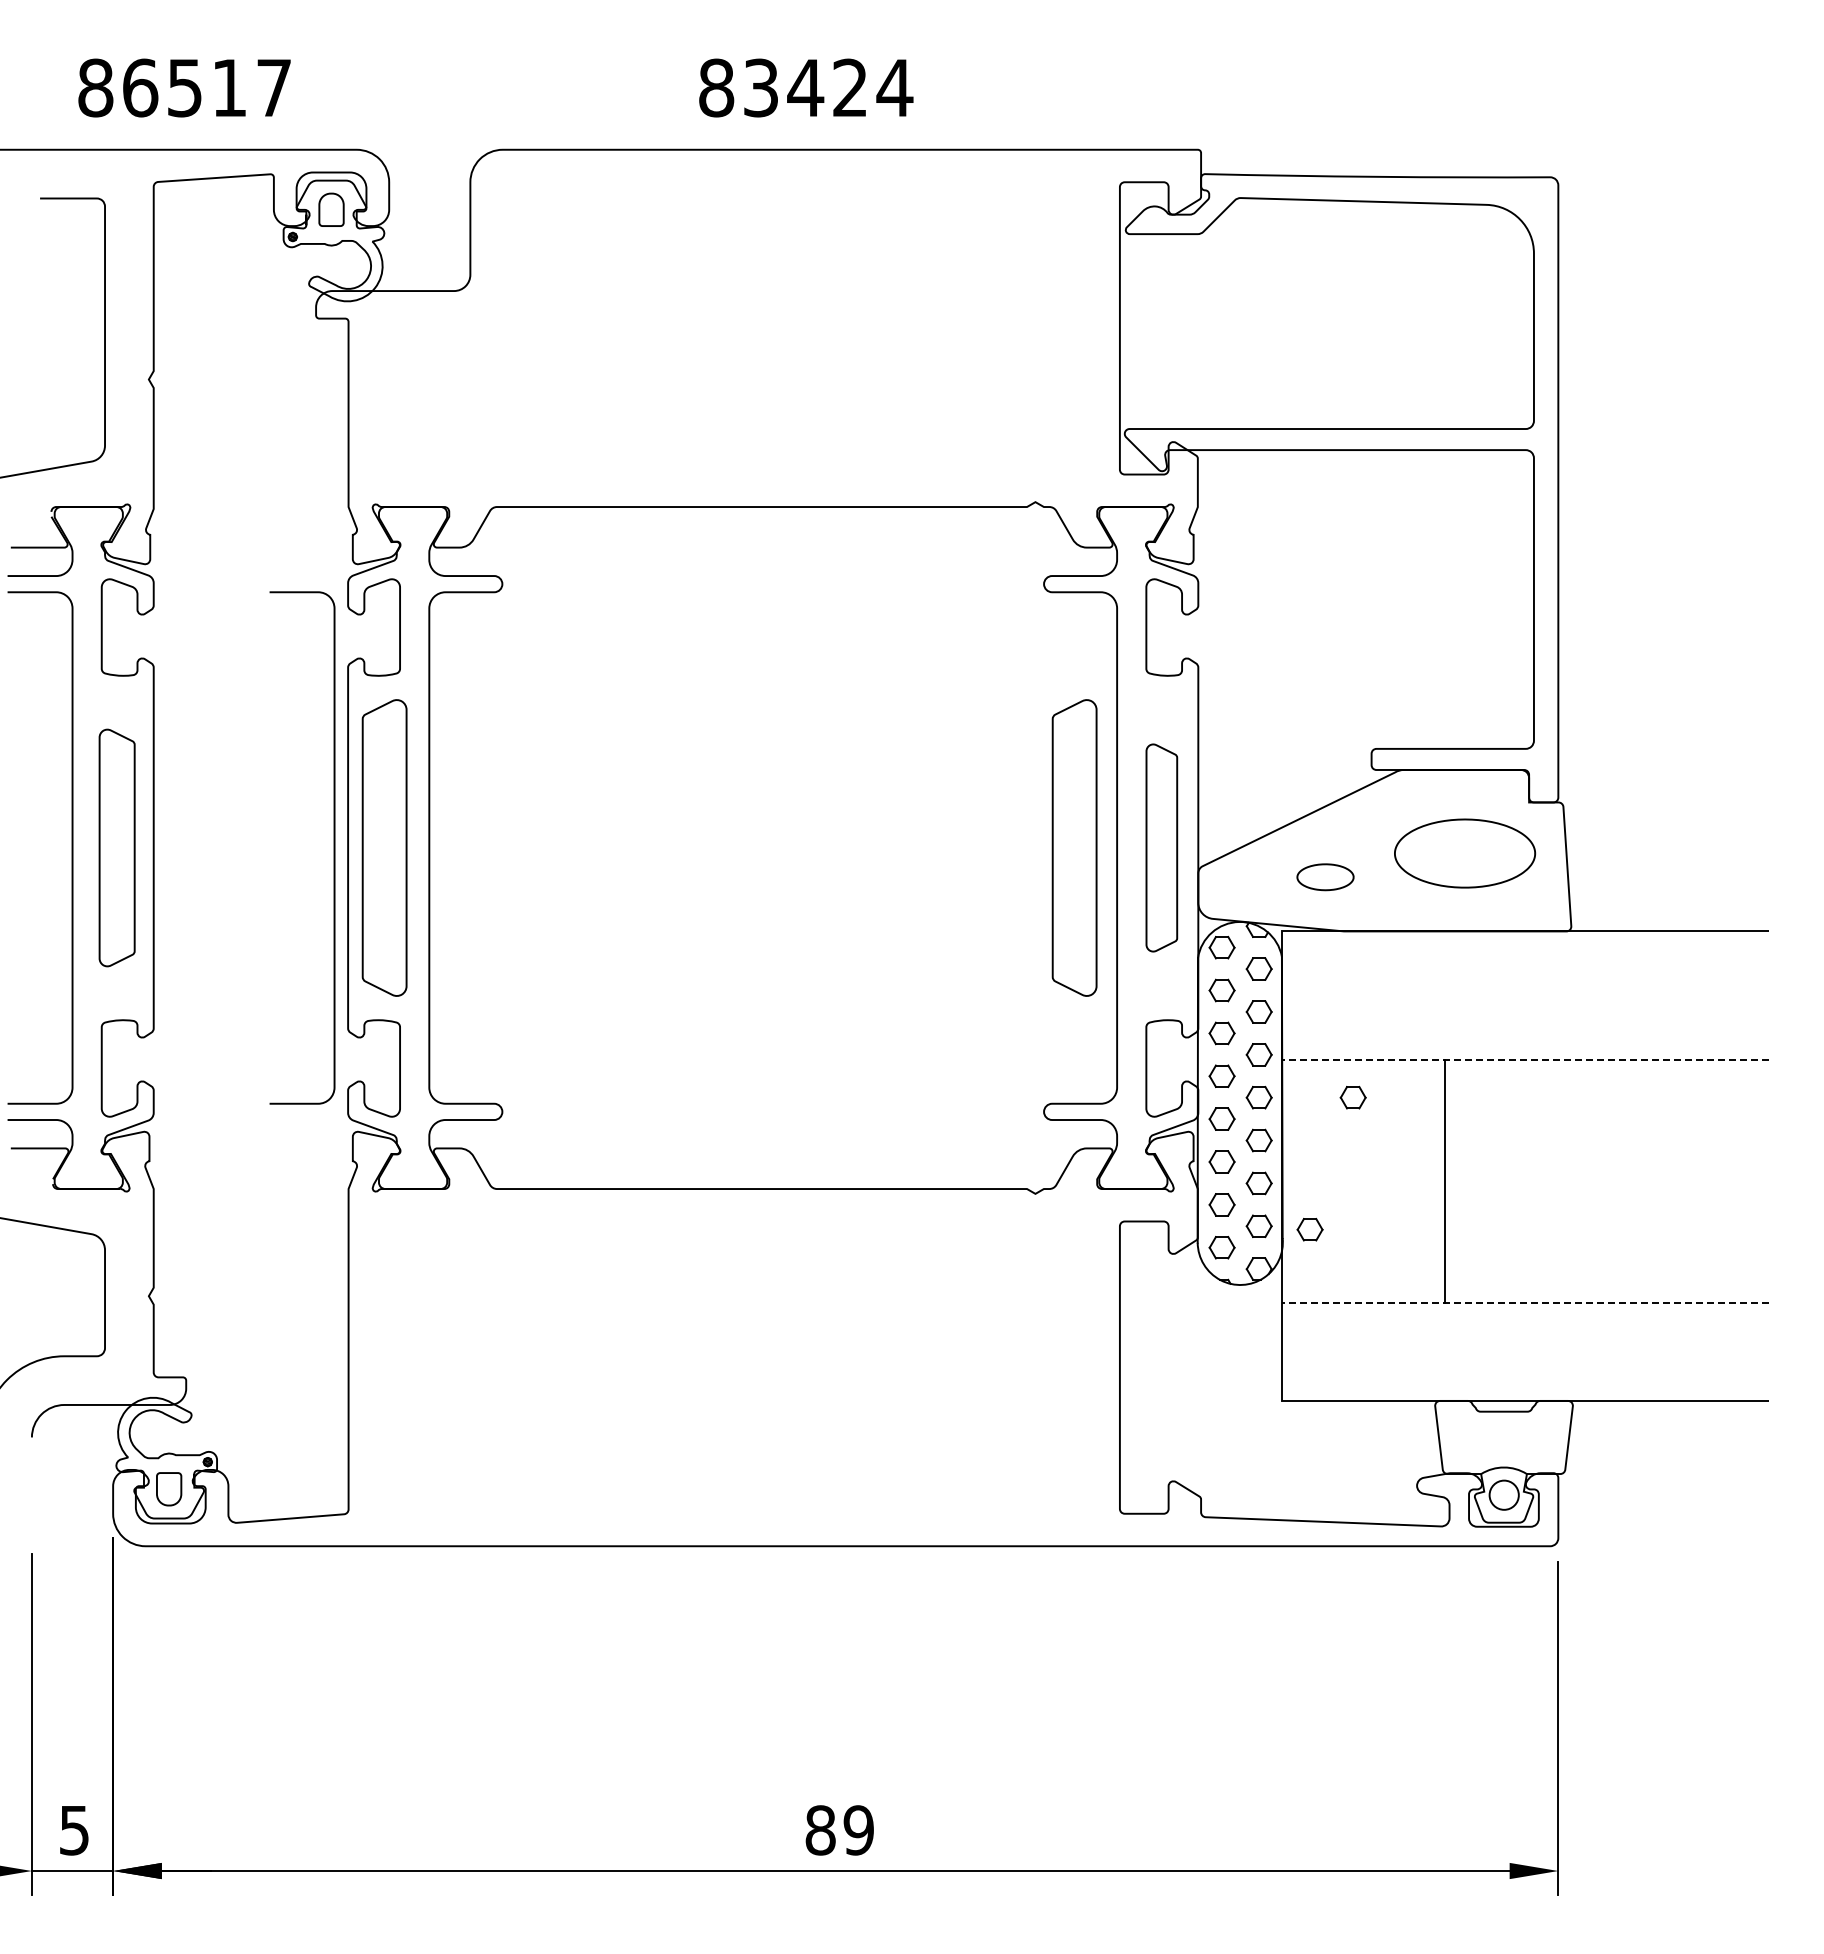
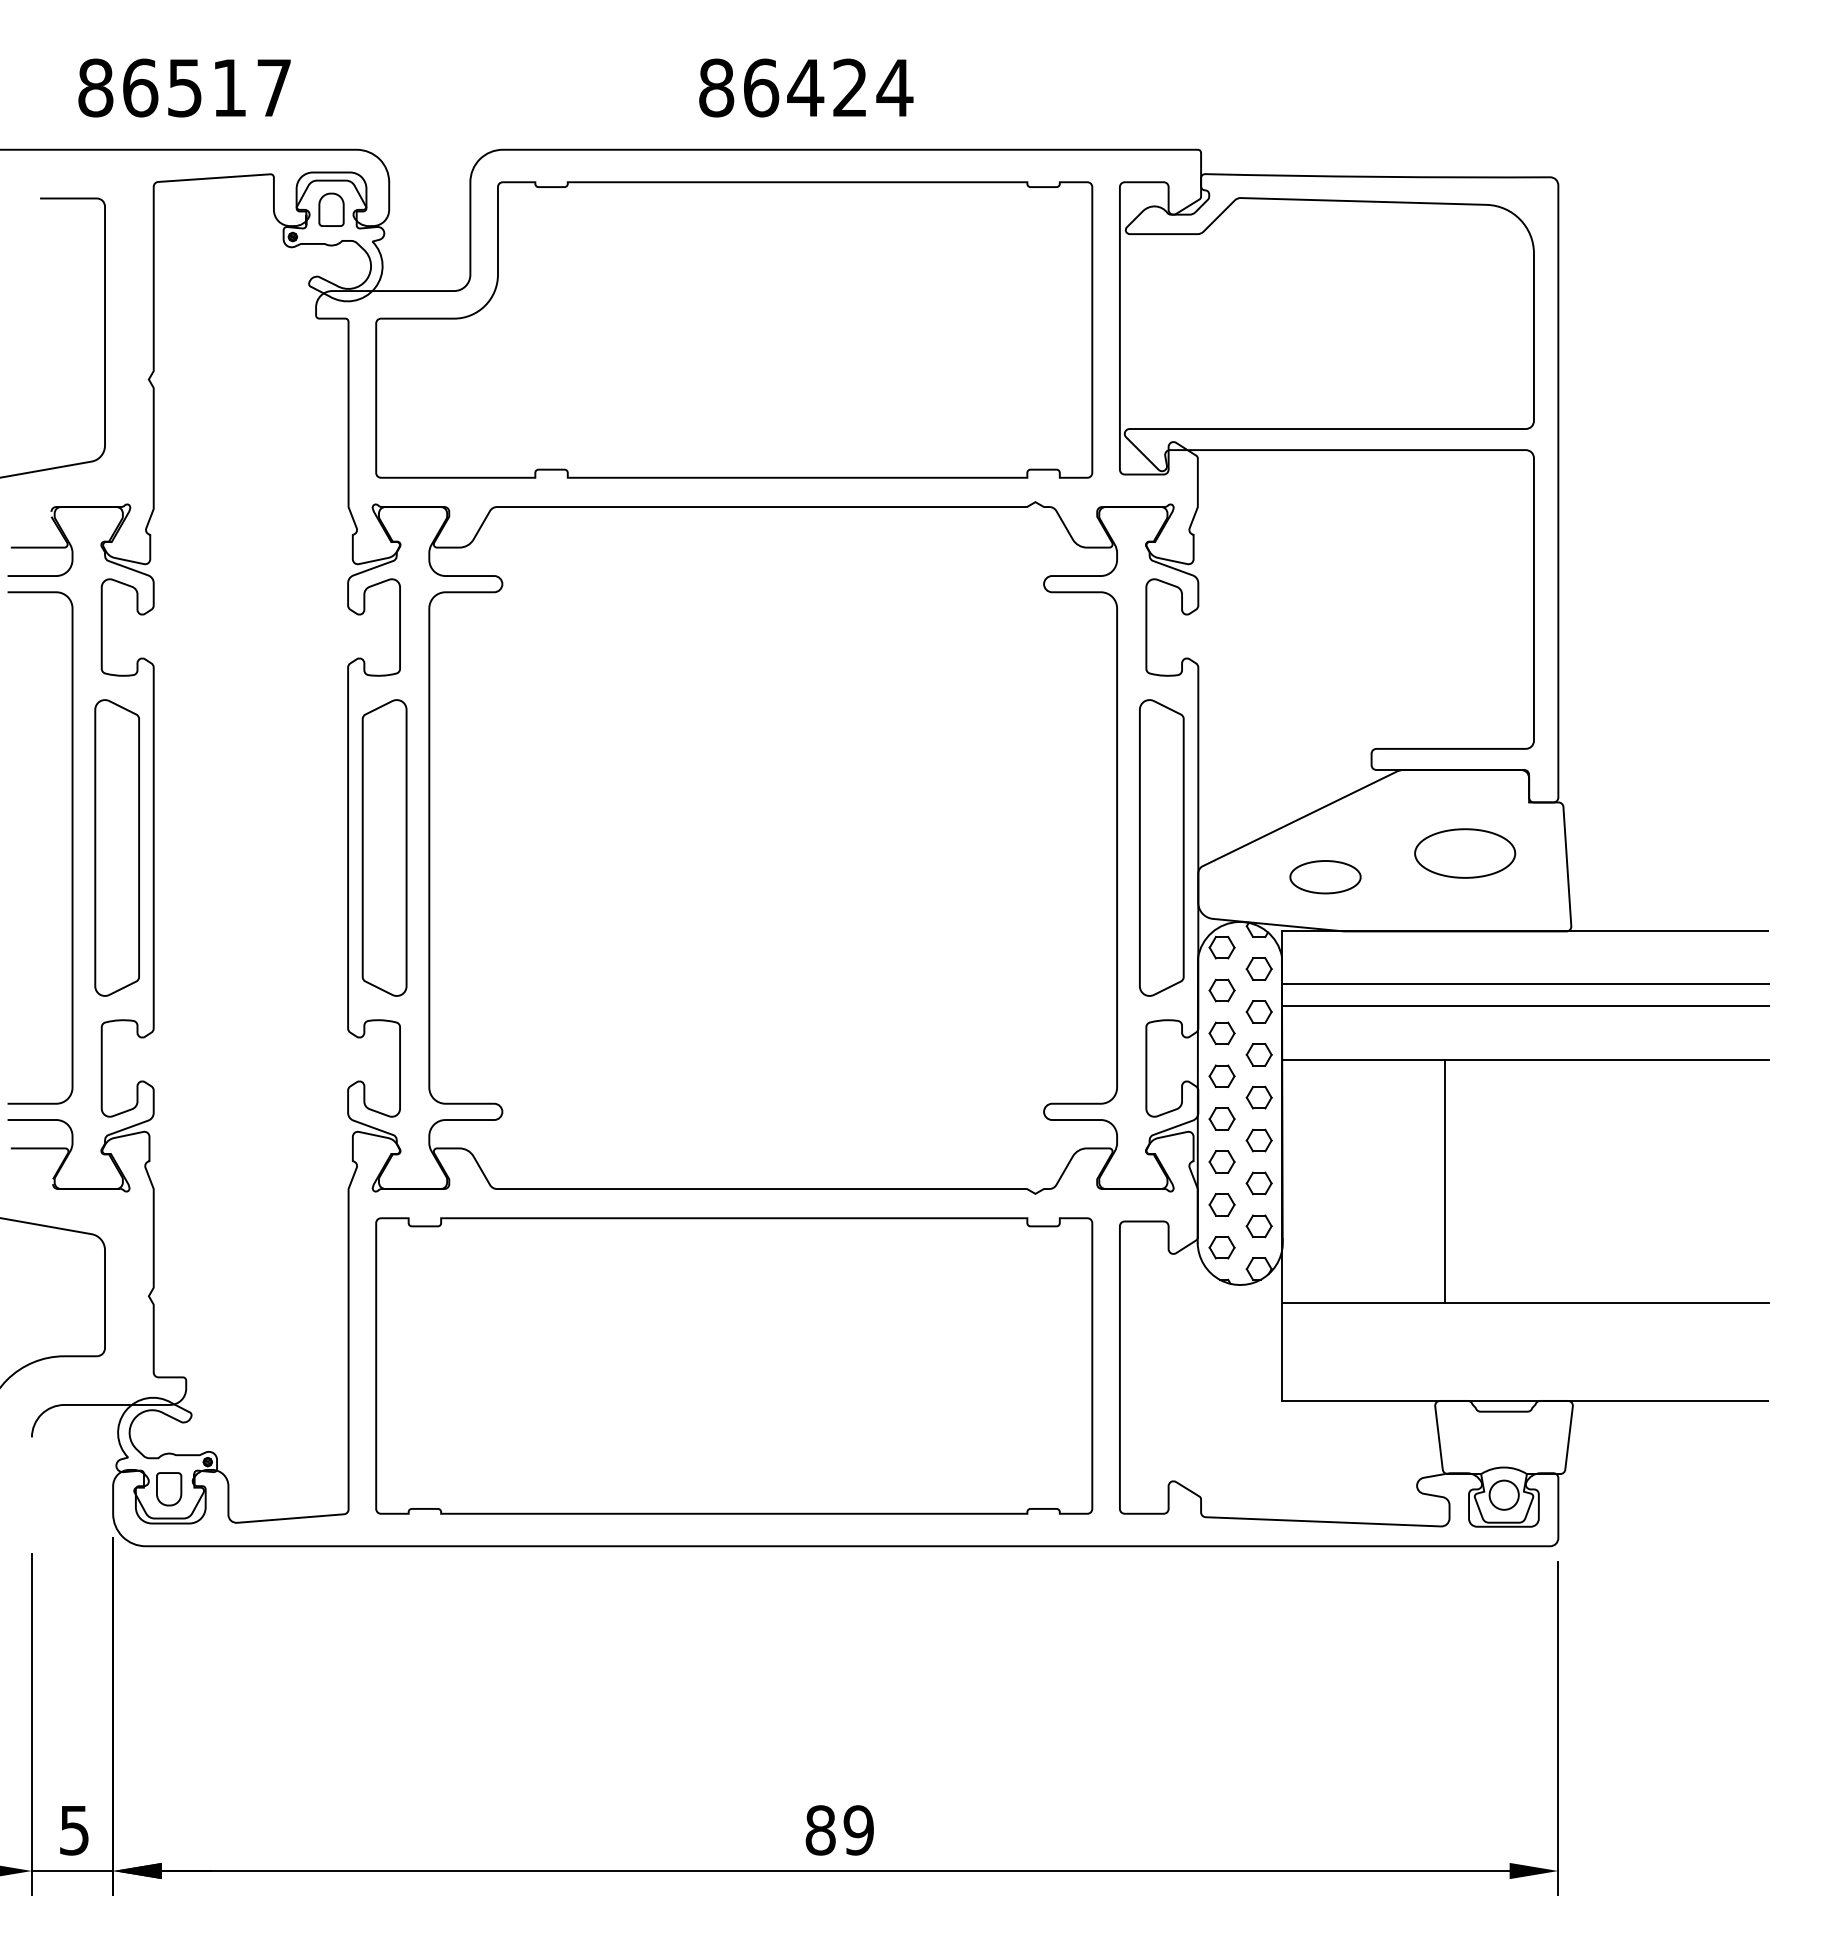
text at (761, 87): 83424 -> 86424
part at (734, 329): none -> present
part at (116, 847) size: 38x240 px -> 46x298 px
curve at (333, 847): present -> none
part at (1074, 847): present -> none
part at (1161, 847) size: 34x210 px -> 46x298 px
part at (1465, 853) size: 143x71 px -> 103x51 px
part at (1325, 877) size: 59x29 px -> 73x35 px
line at (1525, 983): none -> present
line at (1525, 1006): none -> present
line at (1525, 1059): dashed -> solid
part at (1352, 1097): present -> none
part at (1309, 1229): present -> none
line at (1525, 1303): dashed -> solid
part at (734, 1365): none -> present
